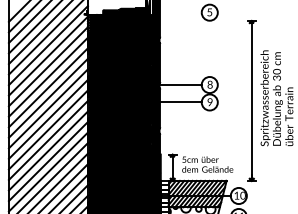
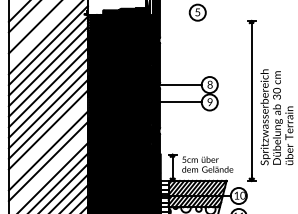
part at (209, 12) position: (209, 12) -> (197, 12)
line at (28, 22): present -> none
line at (39, 33): present -> none
text at (276, 98) position: (276, 98) -> (276, 117)
line at (47, 139): present -> none
line at (48, 171): present -> none
